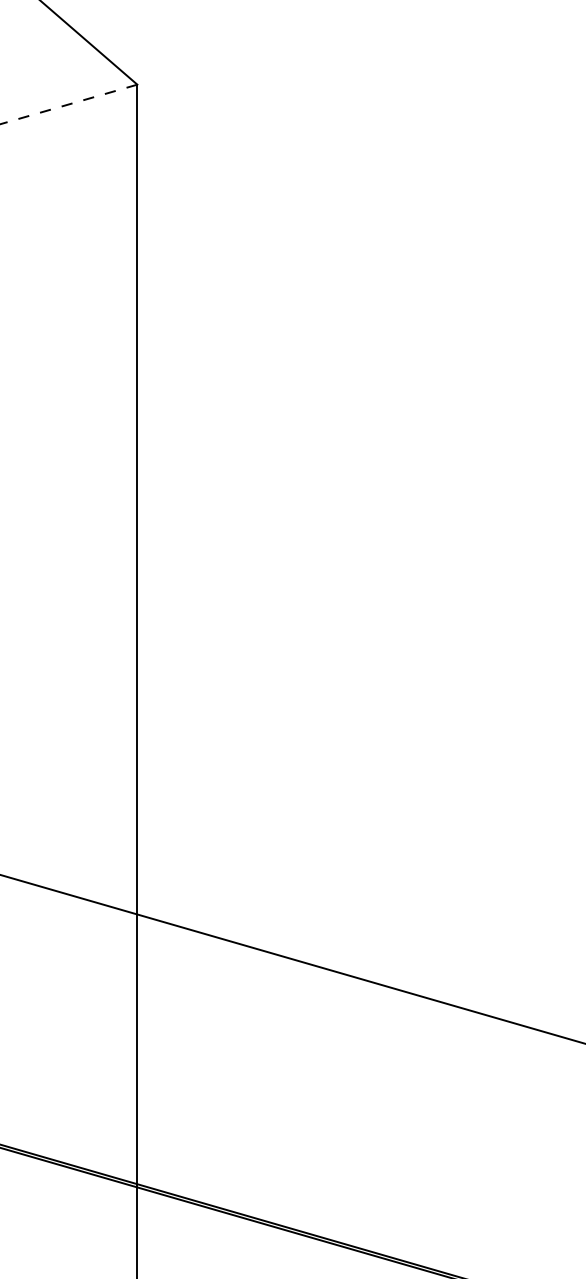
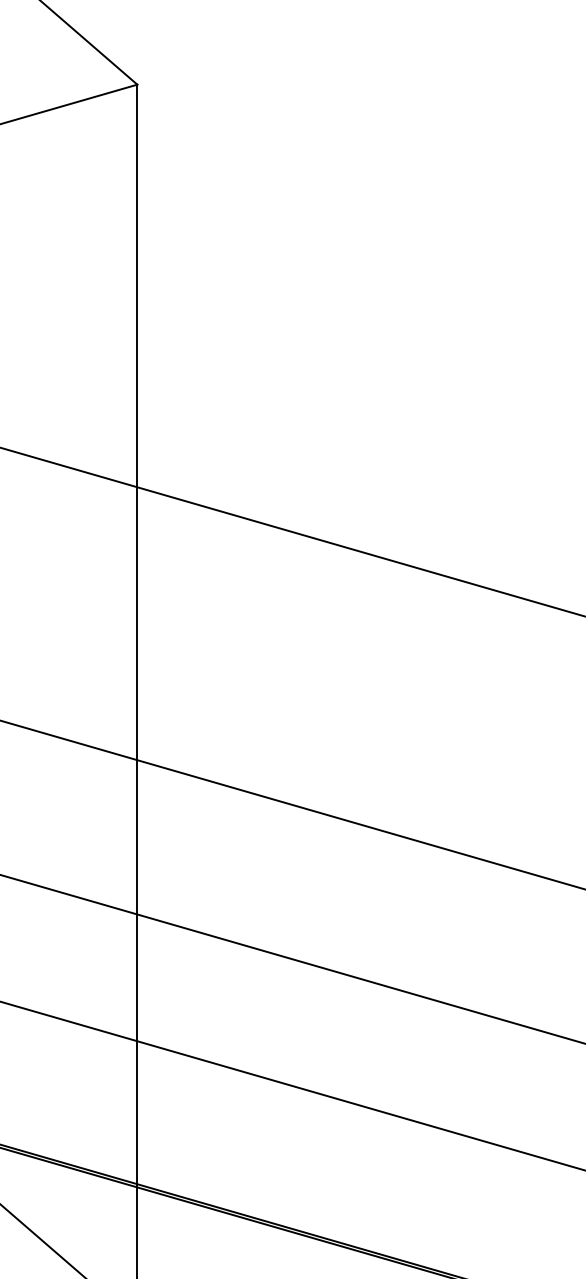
line at (69, 104): dashed -> solid
line at (292, 531): none -> present
line at (292, 804): none -> present
line at (292, 1085): none -> present
line at (42, 1240): none -> present
